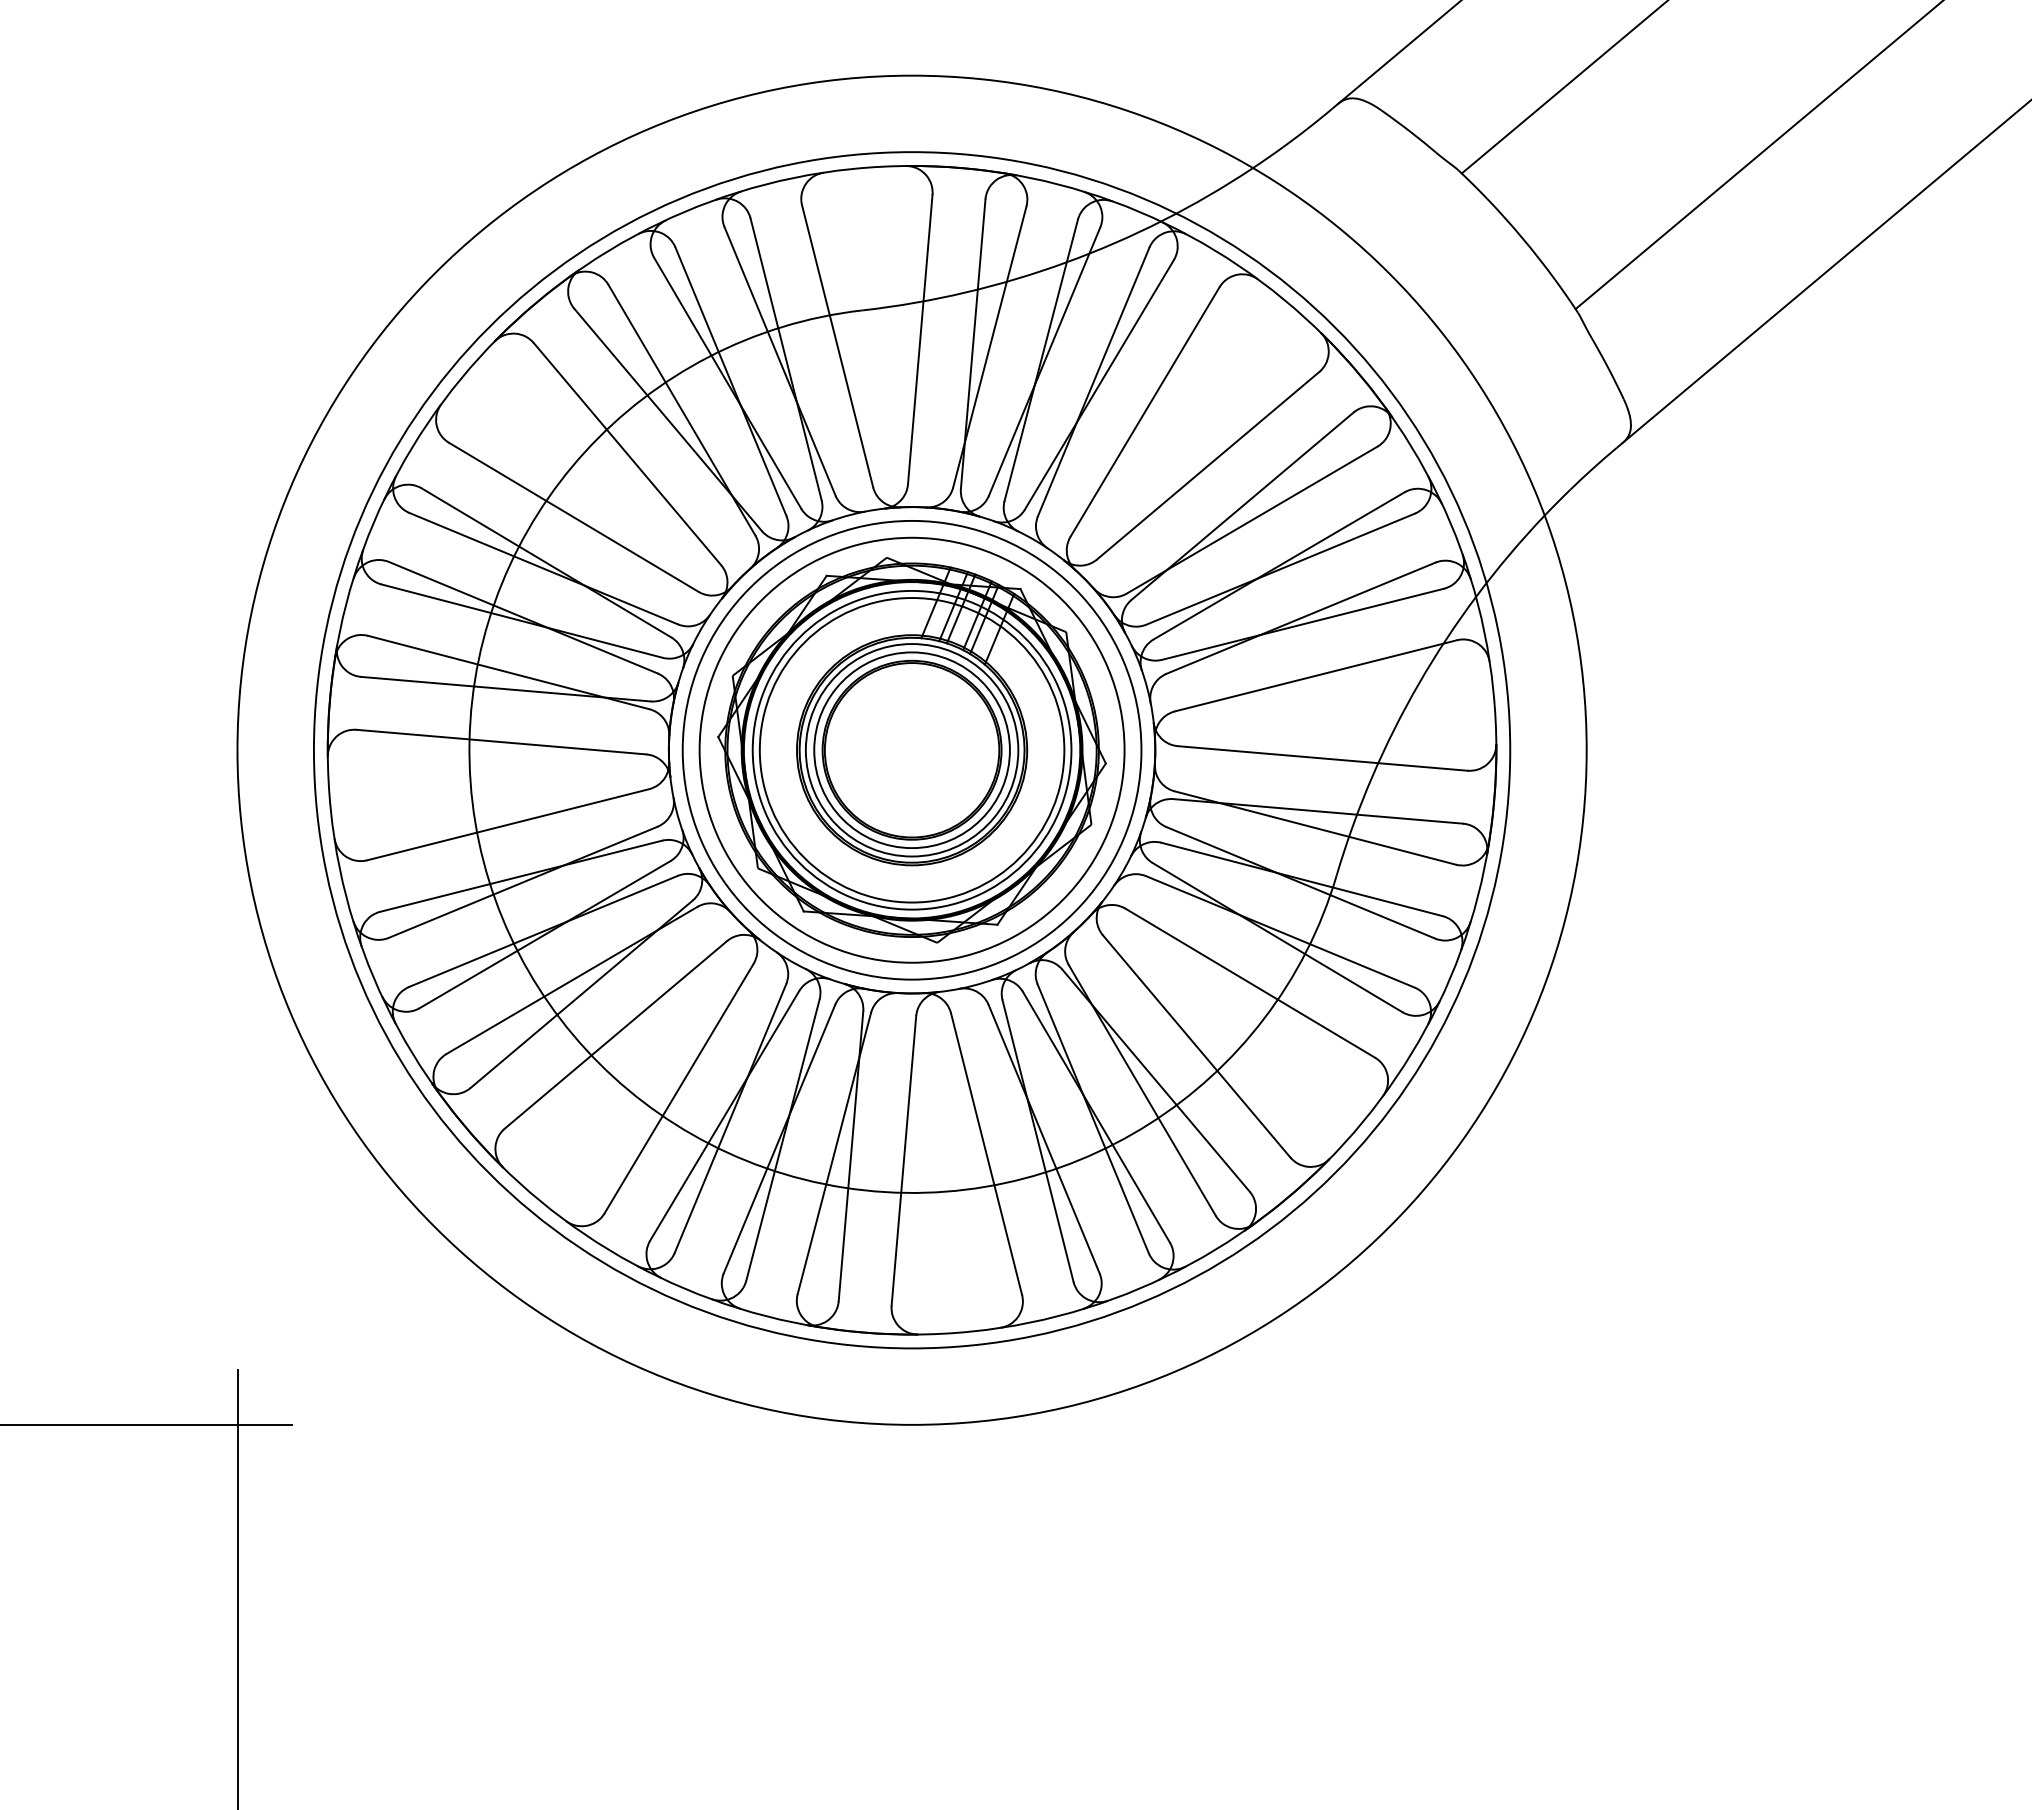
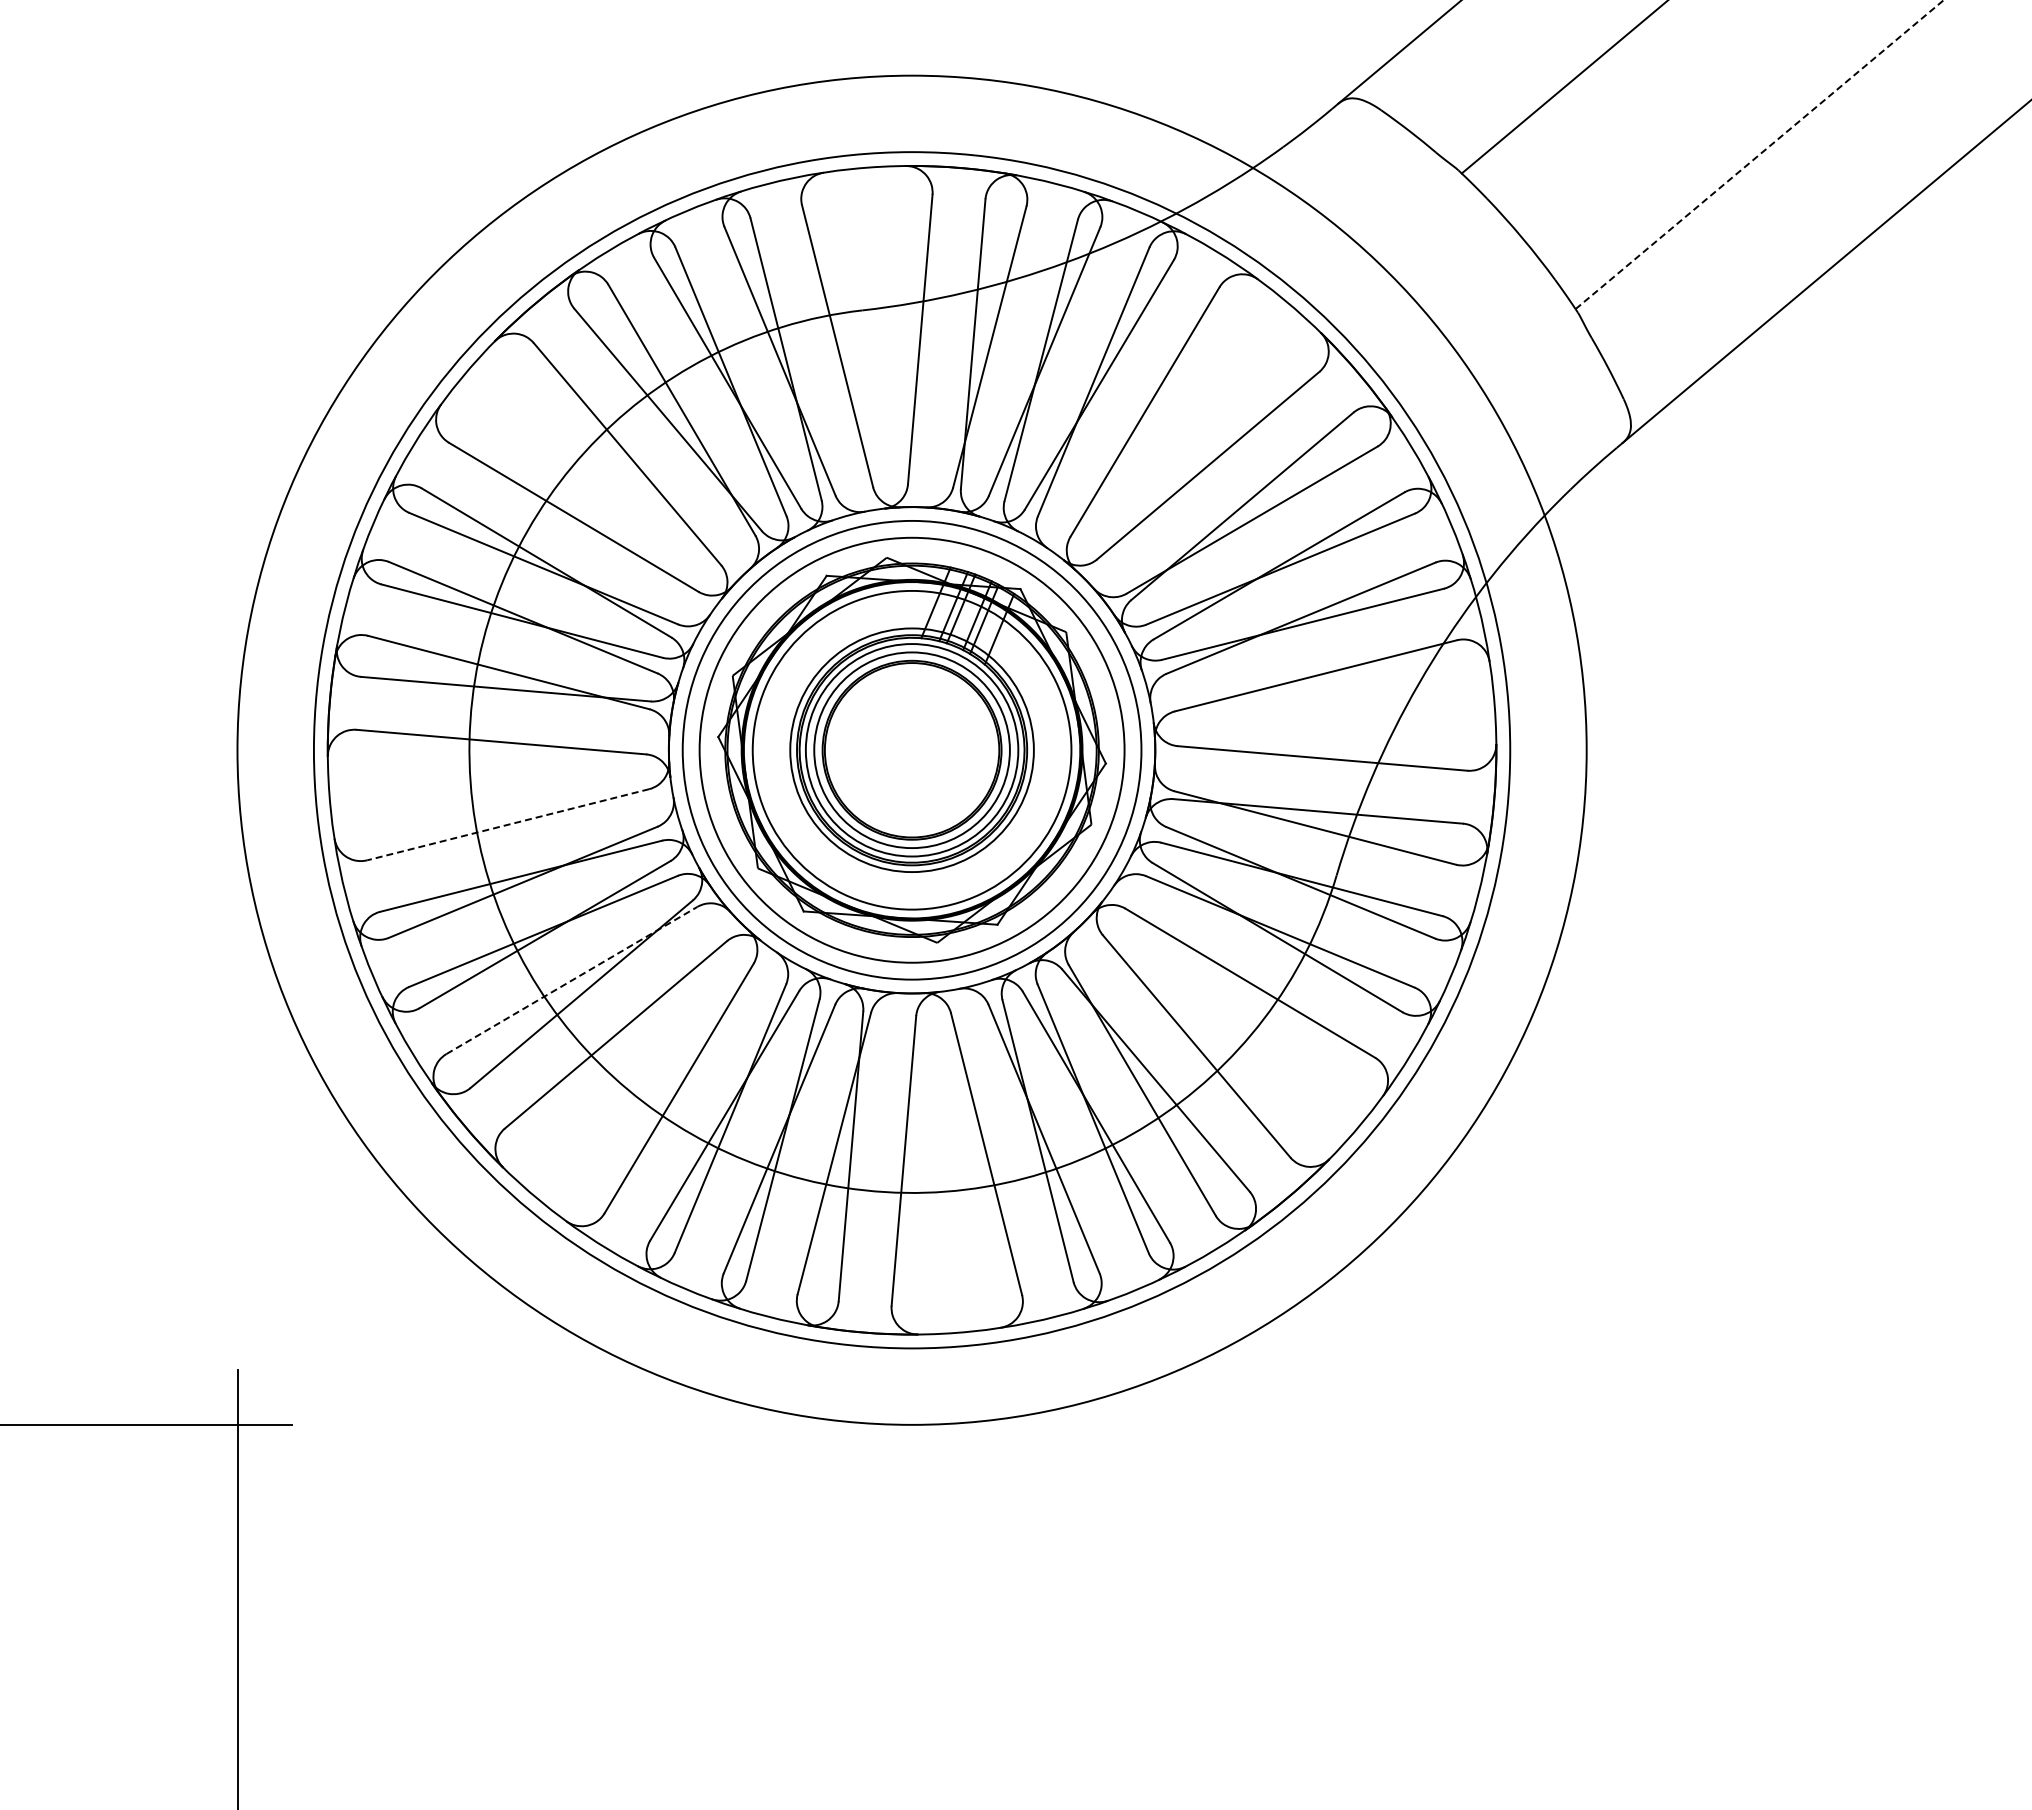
line at (1759, 154): solid -> dashed
circle at (911, 750) diameter: 305 px -> 244 px
line at (507, 824): solid -> dashed
line at (572, 980): solid -> dashed
